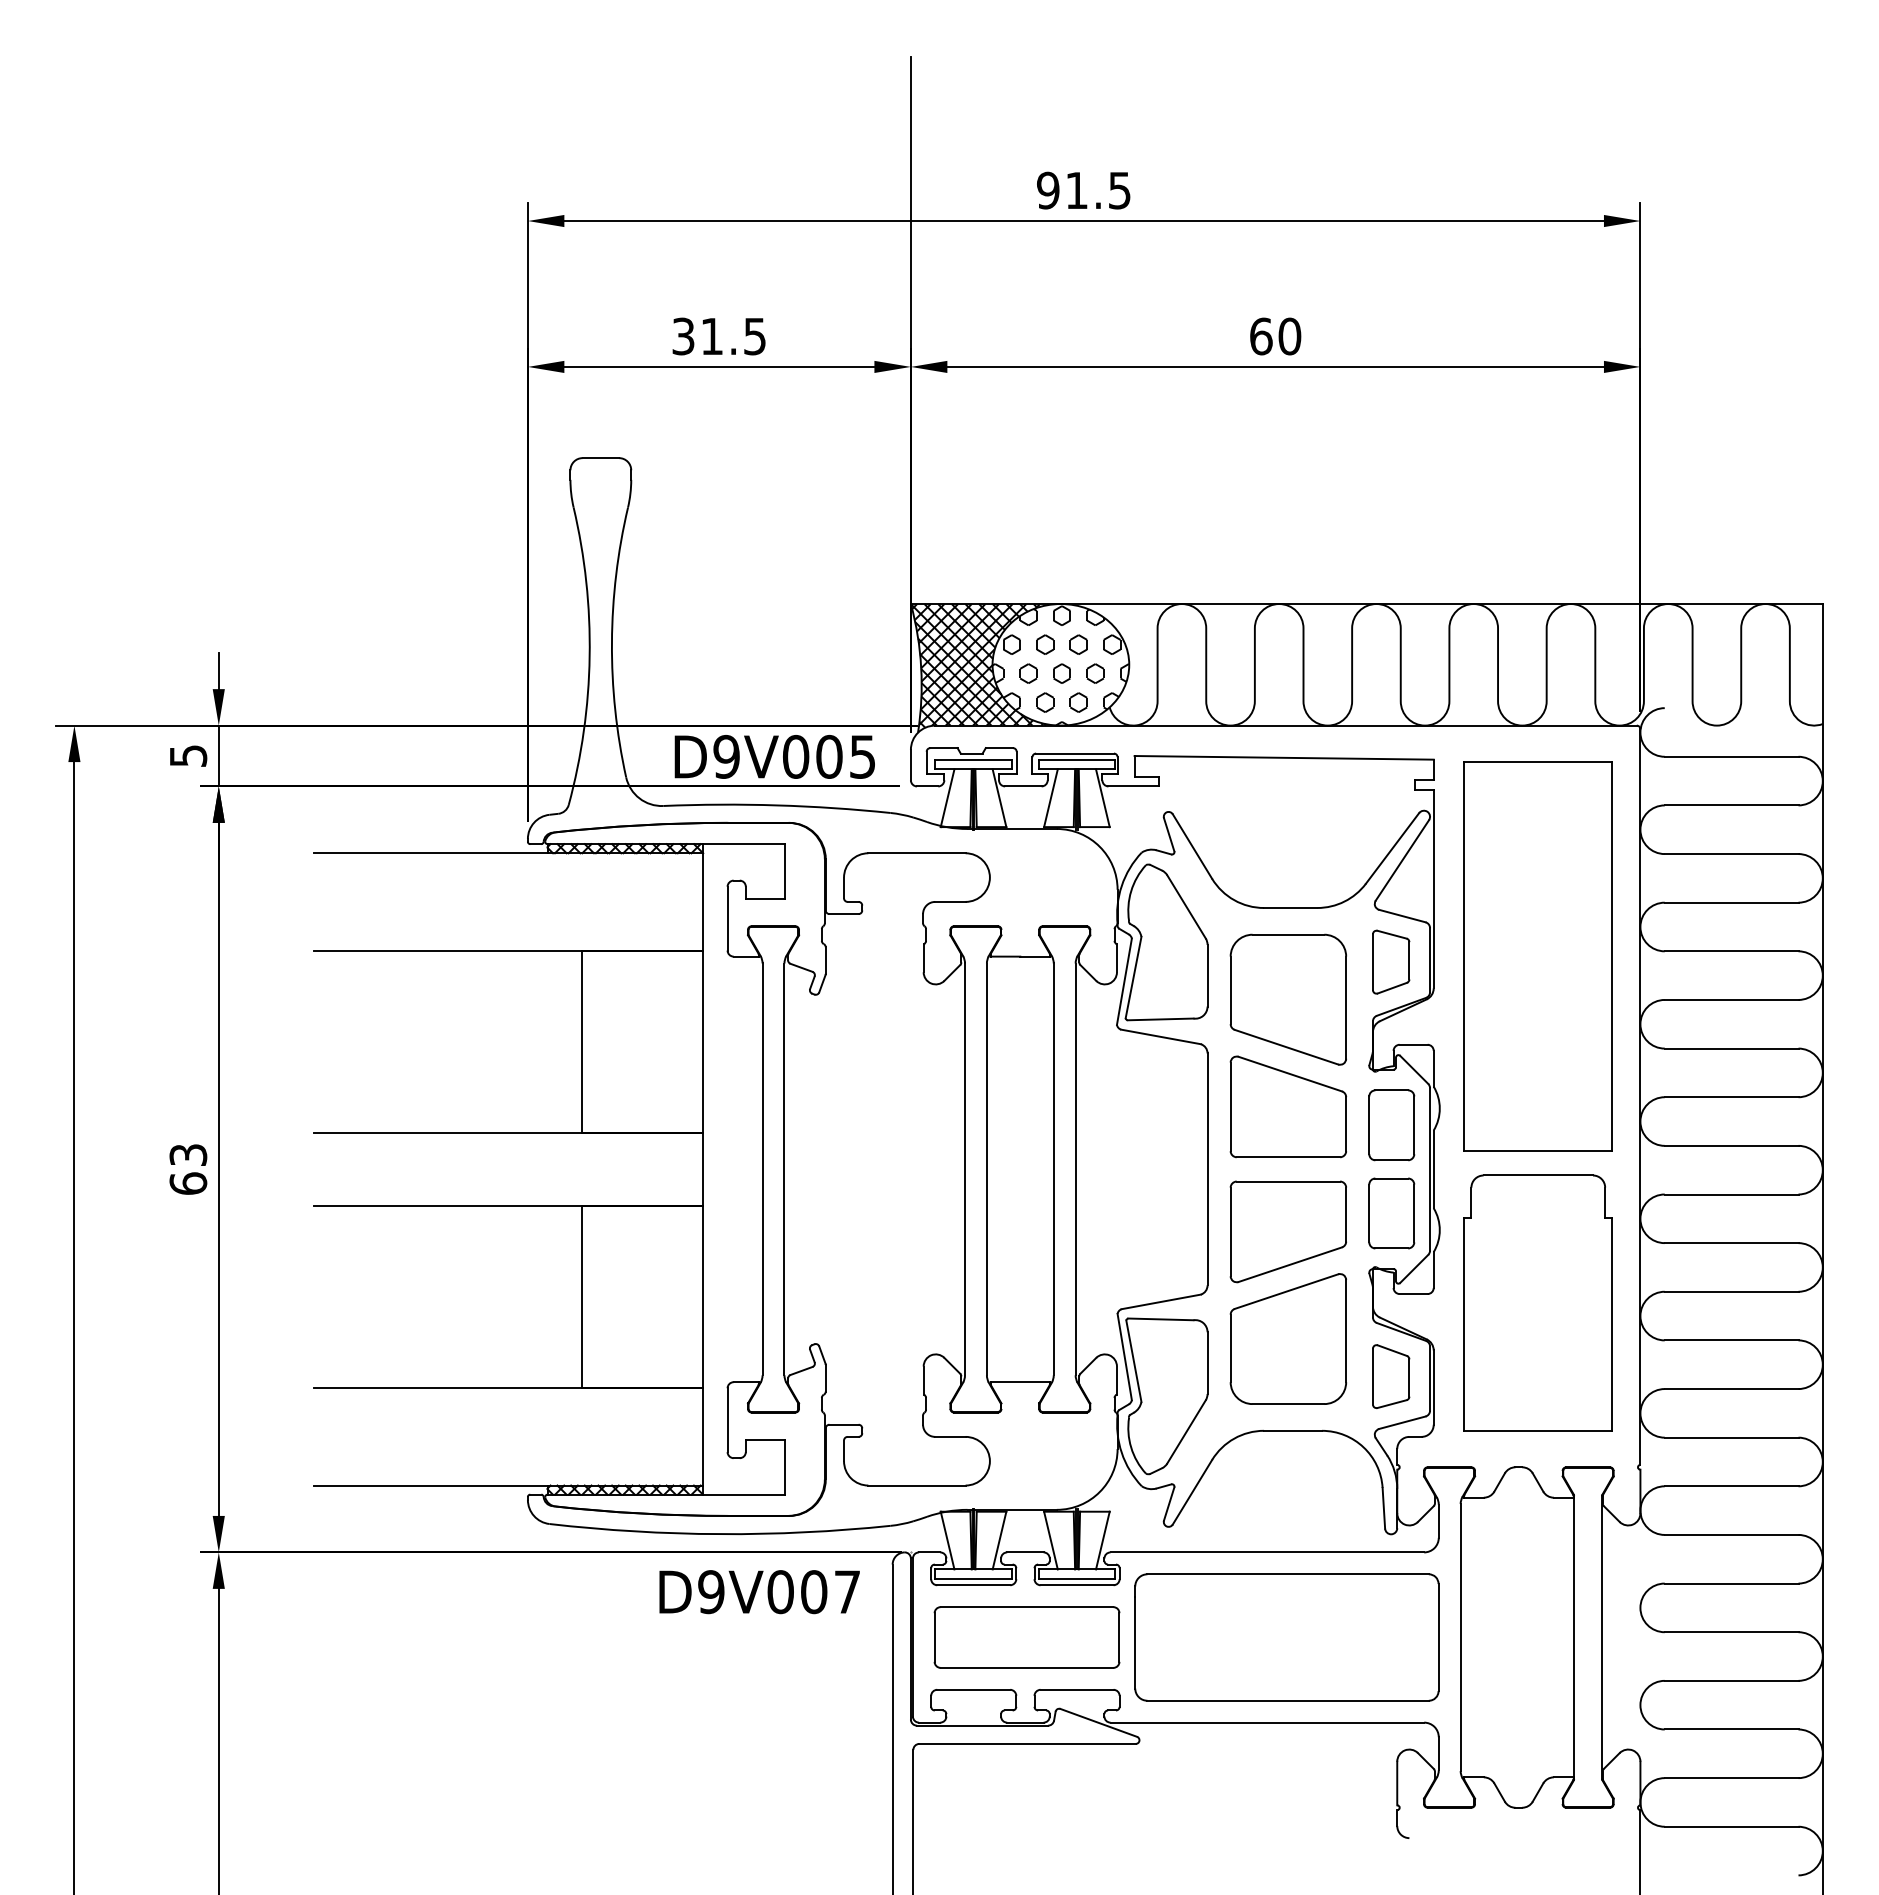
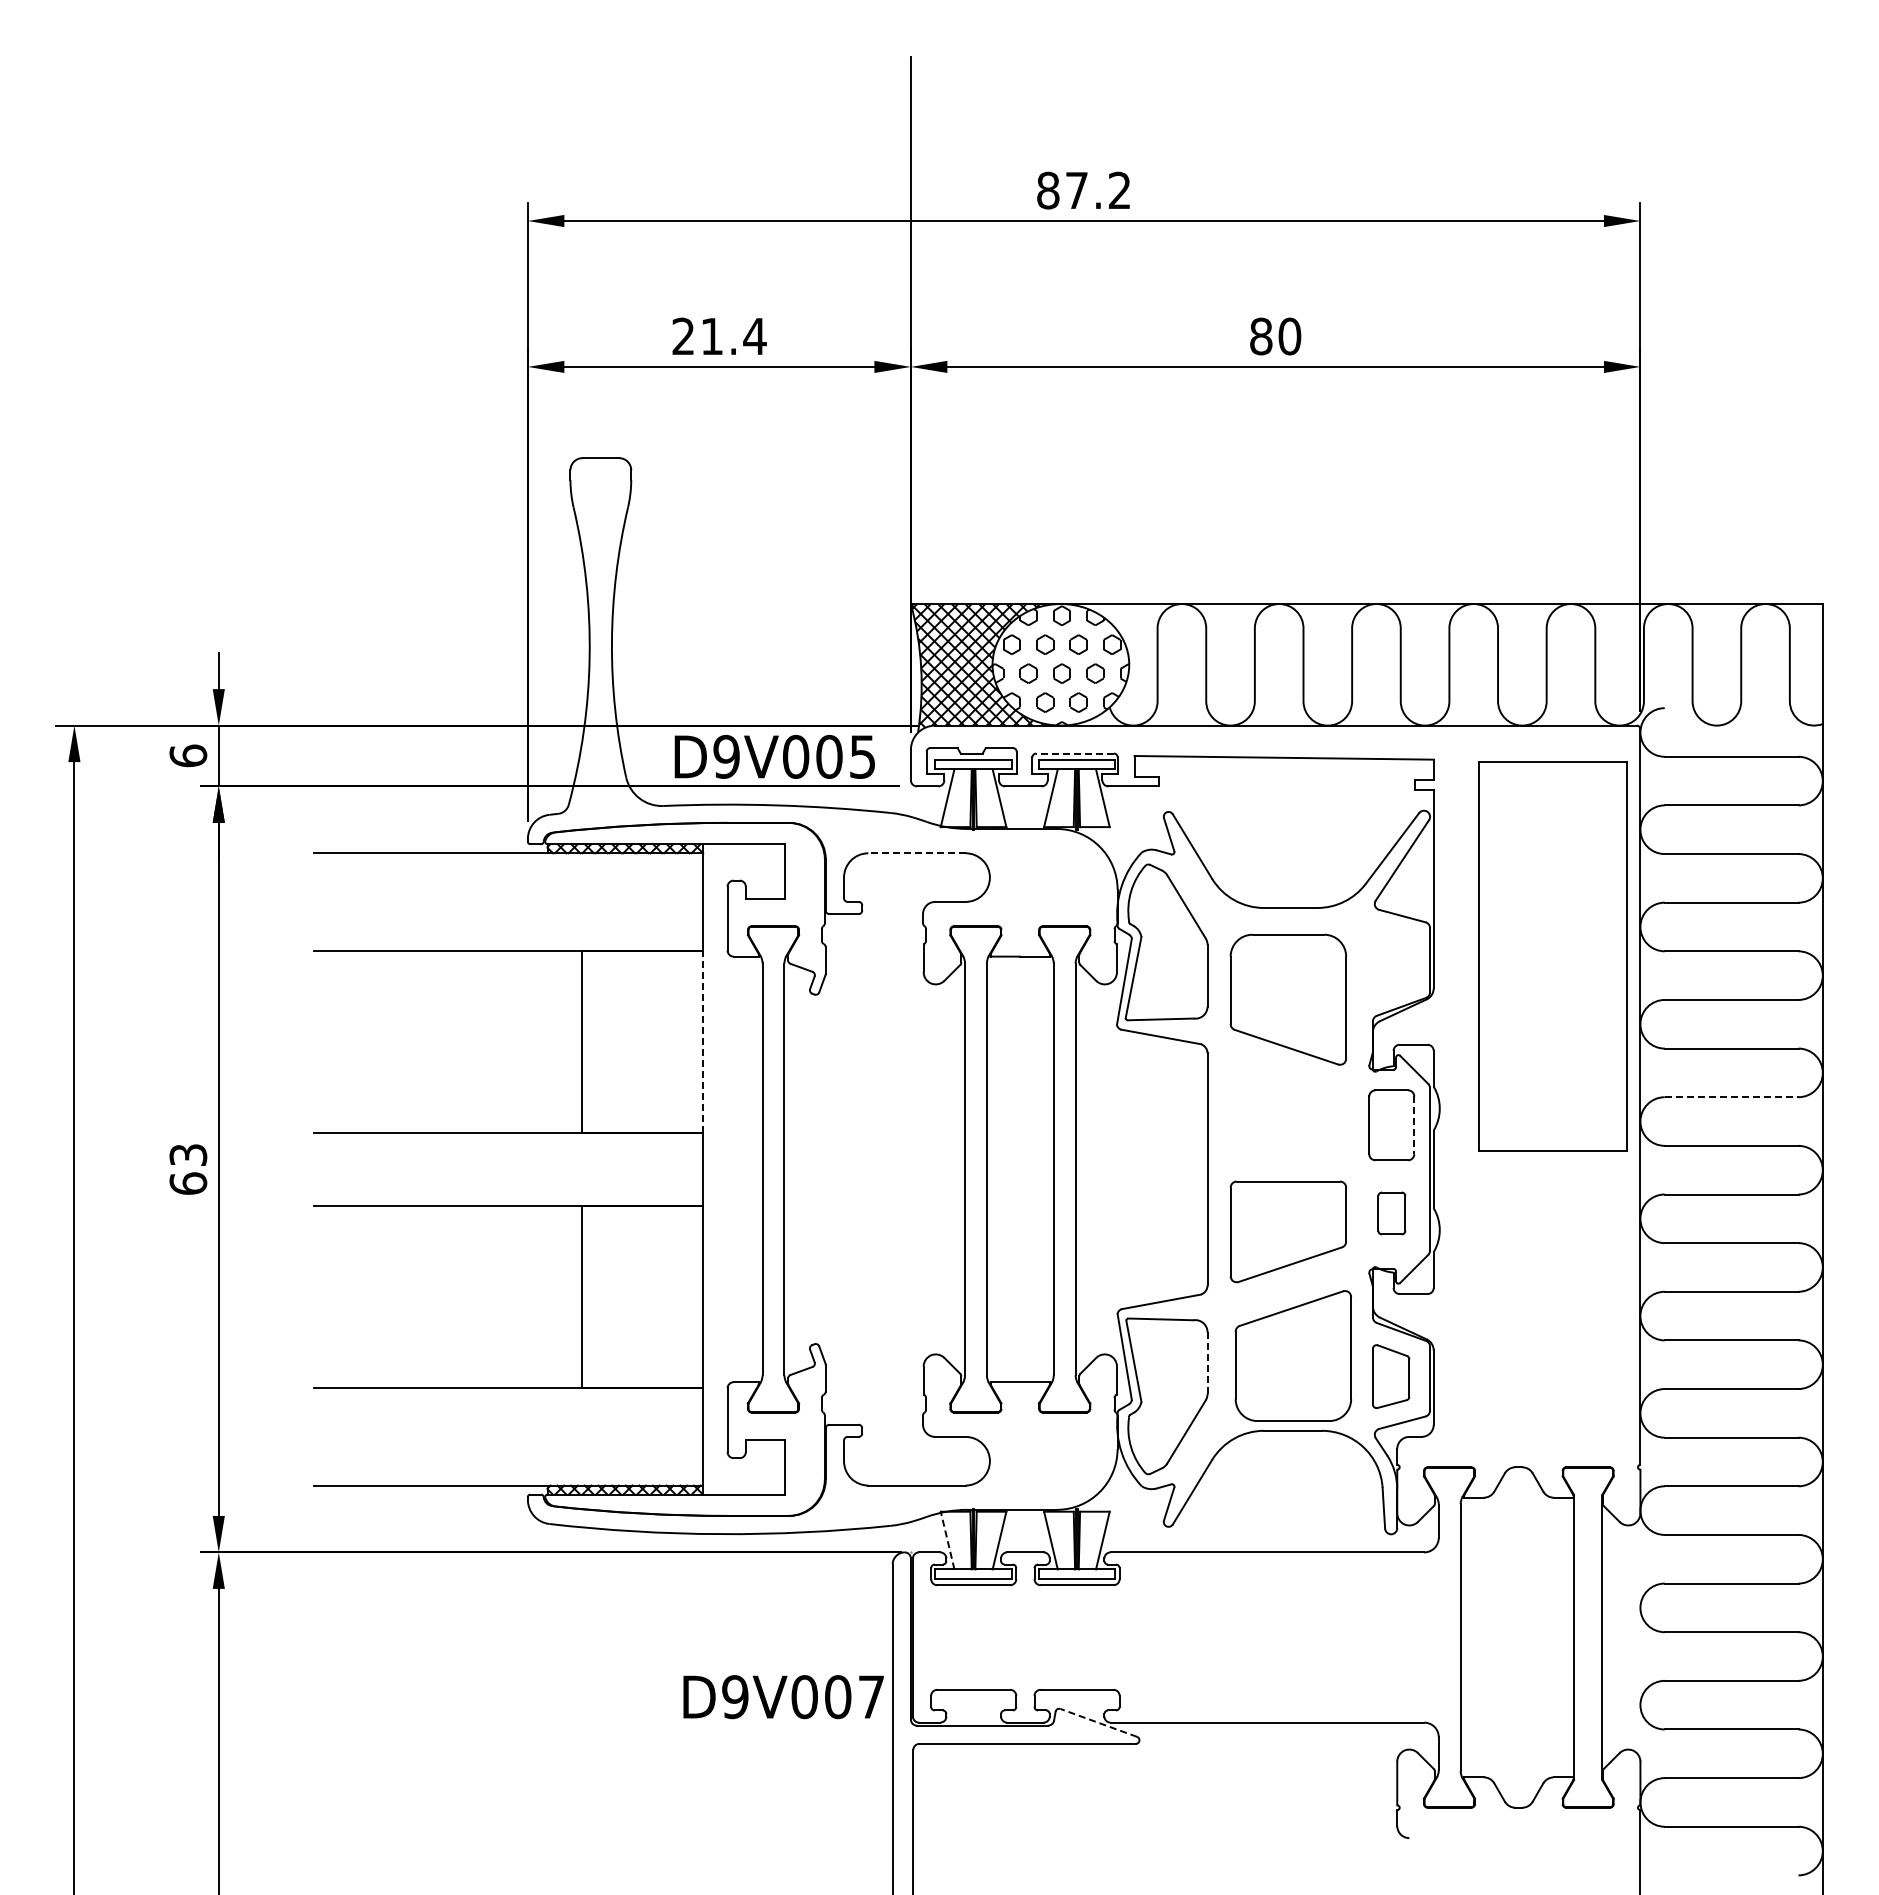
text at (1083, 190): 91.5 -> 87.2
text at (719, 336): 31.5 -> 21.4
text at (1261, 336): 60 -> 80
line at (1075, 753): solid -> dashed
text at (188, 755): 5 -> 6
line at (916, 853): solid -> dashed
part at (1537, 956) position: (1537, 956) -> (1552, 956)
part at (1391, 961): present -> none
line at (703, 1041): solid -> dashed
line at (1731, 1097): solid -> dashed
part at (1287, 1106): present -> none
line at (1414, 1125): solid -> dashed
part at (1391, 1213) size: 48x73 px -> 30x45 px
part at (1537, 1302): present -> none
part at (1287, 1338) position: (1287, 1338) -> (1292, 1355)
line at (1207, 1363): solid -> dashed
line at (947, 1540): solid -> dashed
text at (759, 1592) position: (759, 1592) -> (783, 1697)
part at (1026, 1637): present -> none
part at (1286, 1637): present -> none
line at (1098, 1722): solid -> dashed
